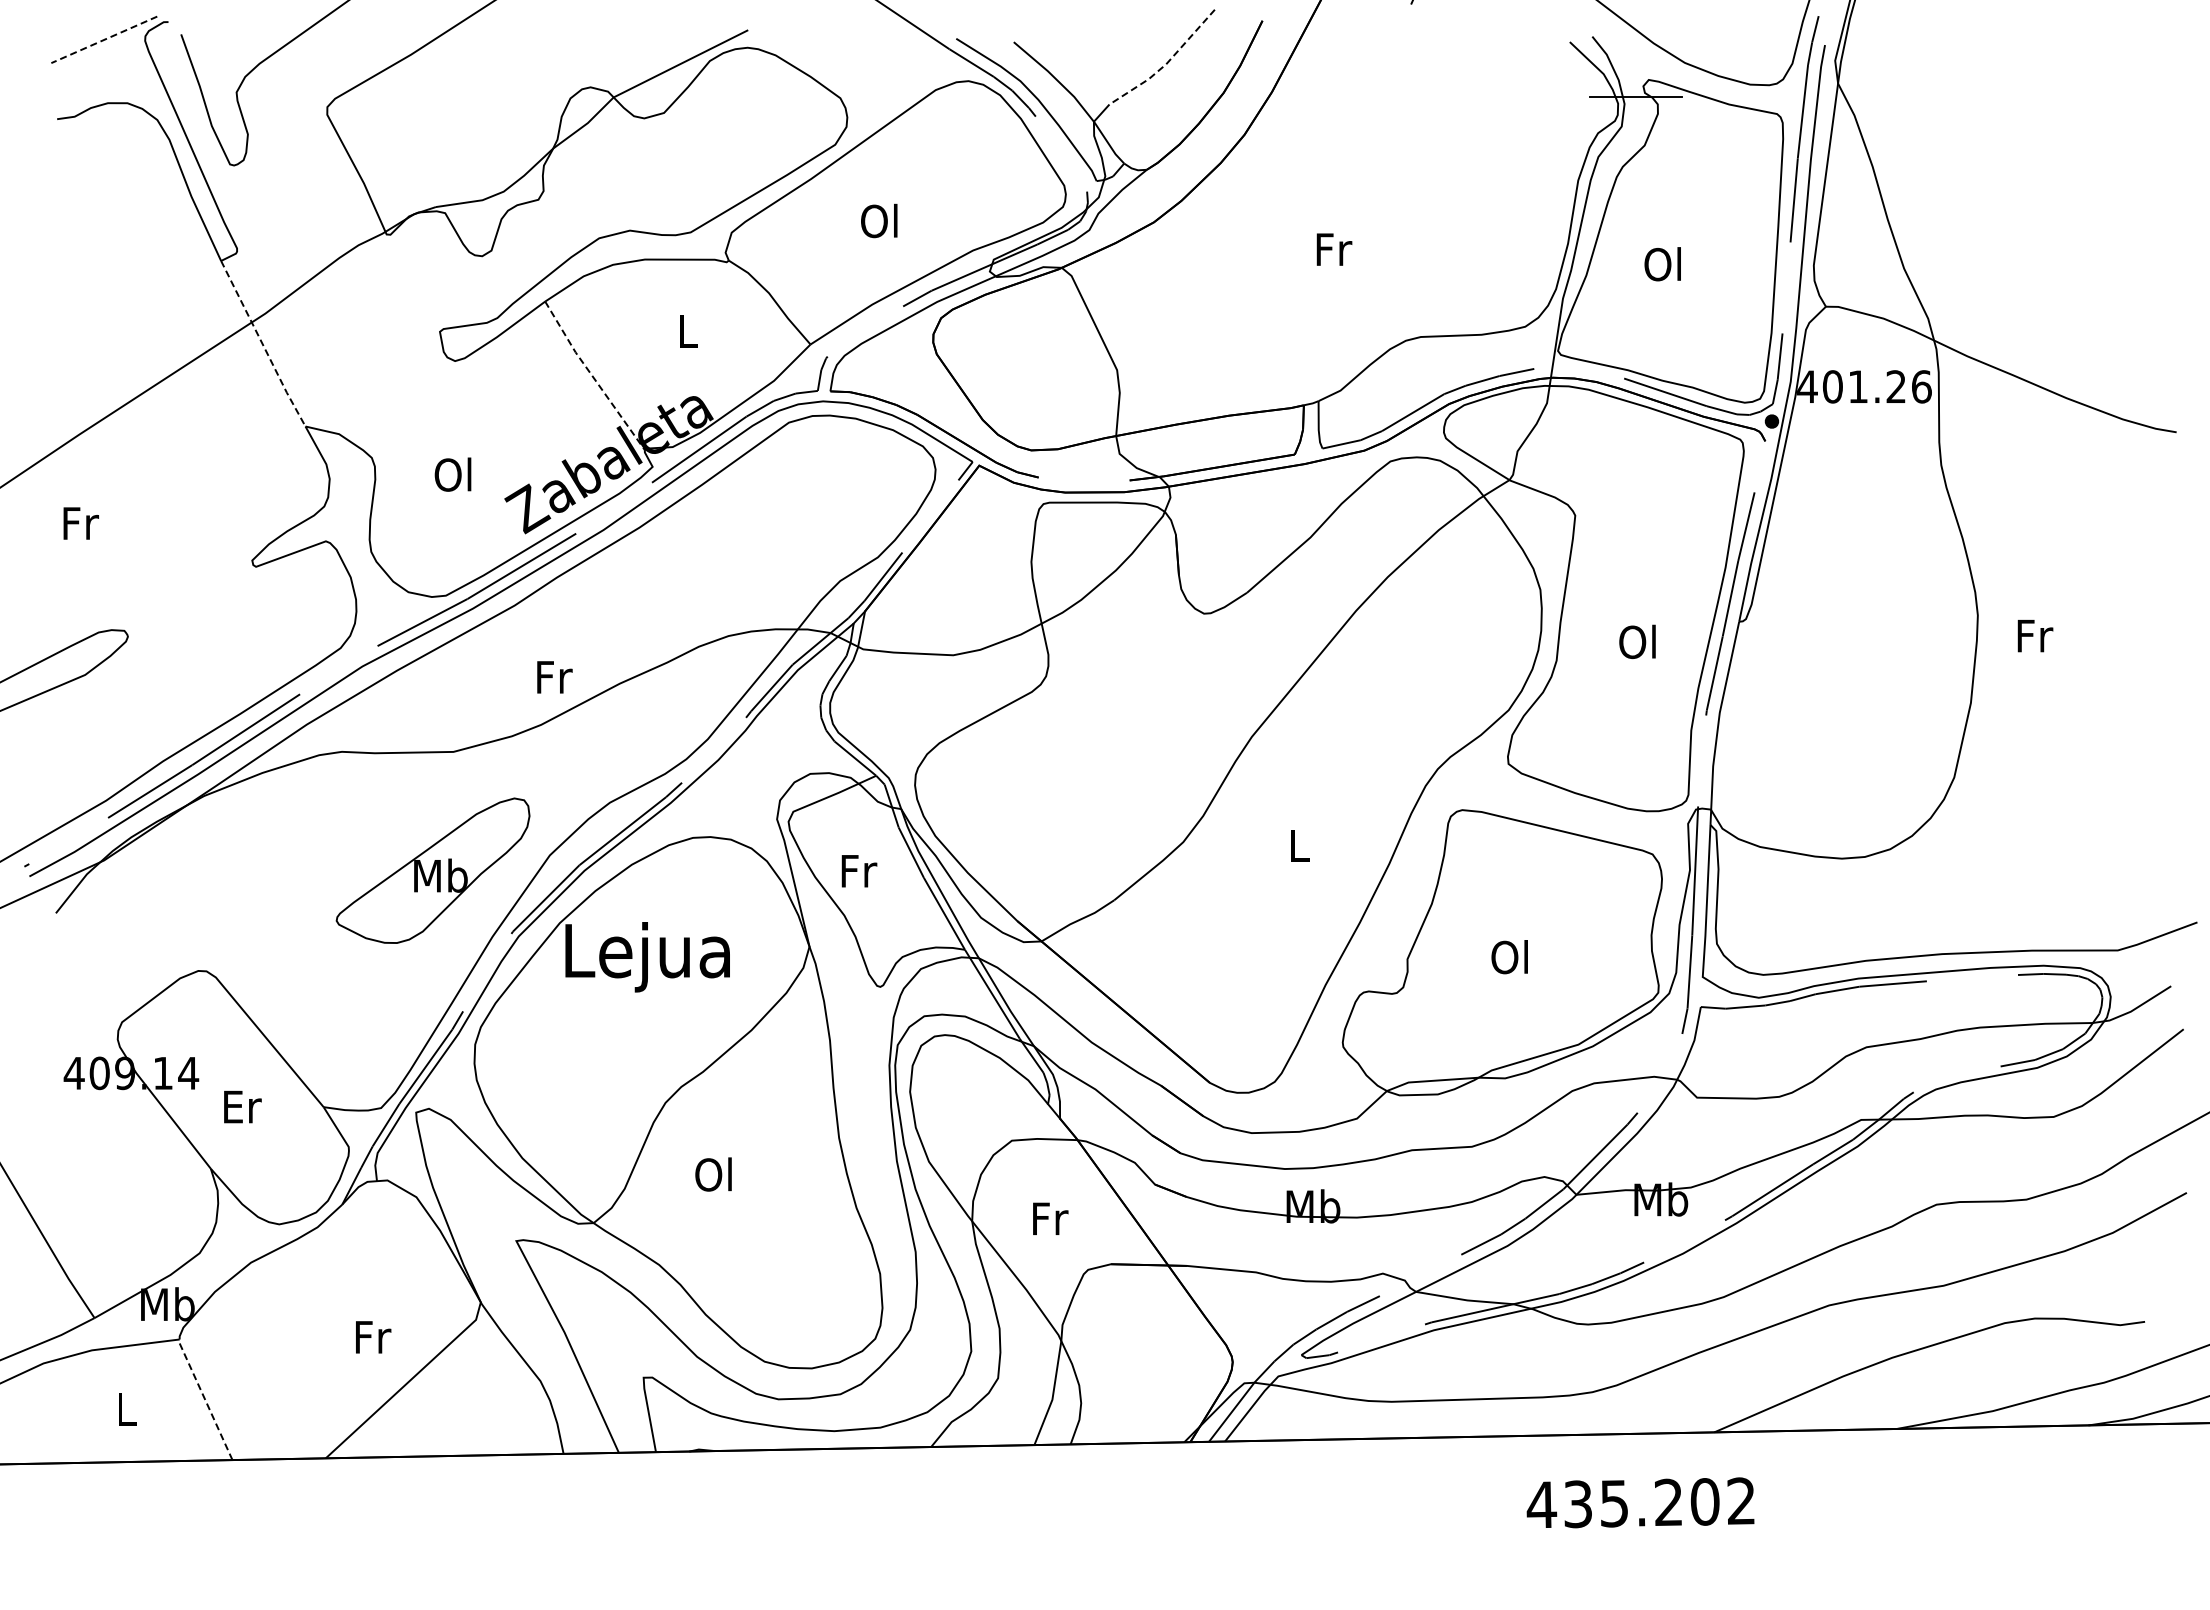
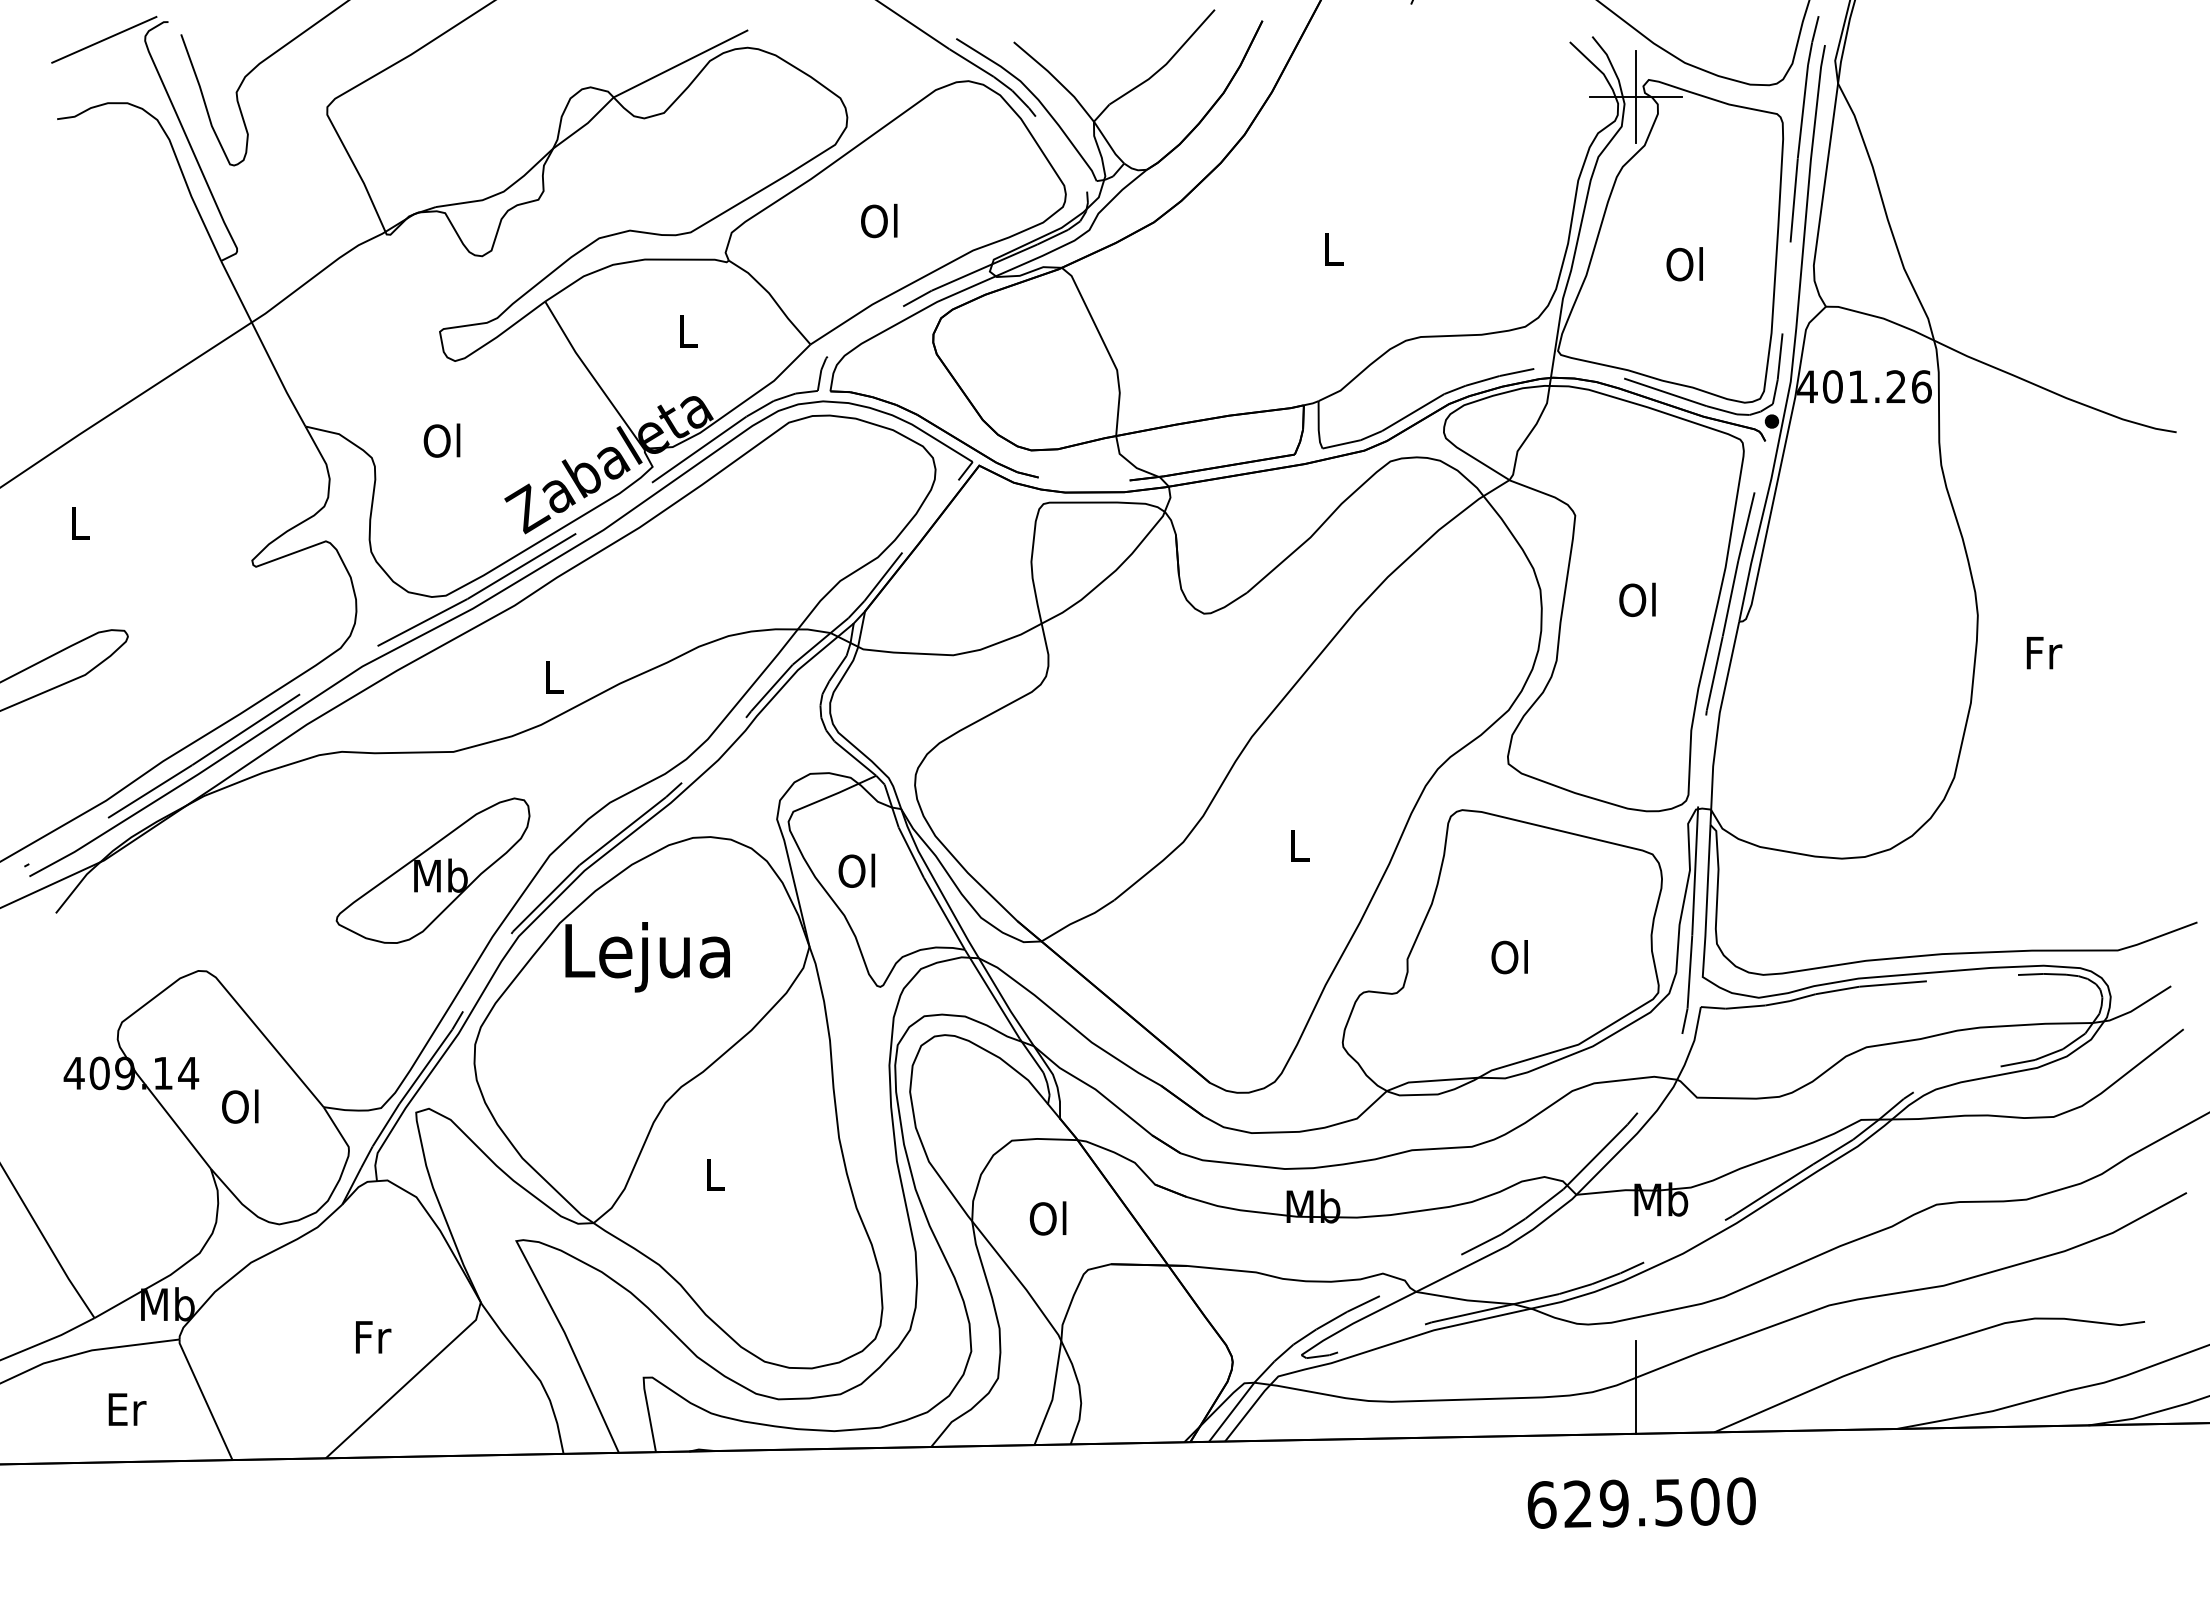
line at (104, 39): dashed -> solid
line at (1166, 63): dashed -> solid
line at (1636, 96): none -> present
text at (1334, 249): Fr -> L
text at (1662, 264) position: (1662, 264) -> (1684, 264)
line at (262, 344): dashed -> solid
line at (593, 376): dashed -> solid
text at (452, 474) position: (452, 474) -> (441, 440)
text at (81, 523): Fr -> L
text at (2035, 636) position: (2035, 636) -> (2044, 653)
text at (1637, 641) position: (1637, 641) -> (1637, 599)
text at (554, 677): Fr -> L
text at (857, 870): Fr -> Ol
text at (241, 1106): Er -> Ol
text at (713, 1174): Ol -> L
text at (1048, 1218): Fr -> Ol
line at (1636, 1387): none -> present
line at (205, 1399): dashed -> solid
text at (127, 1409): L -> Er
text at (1640, 1502): 435.202 -> 629.500
